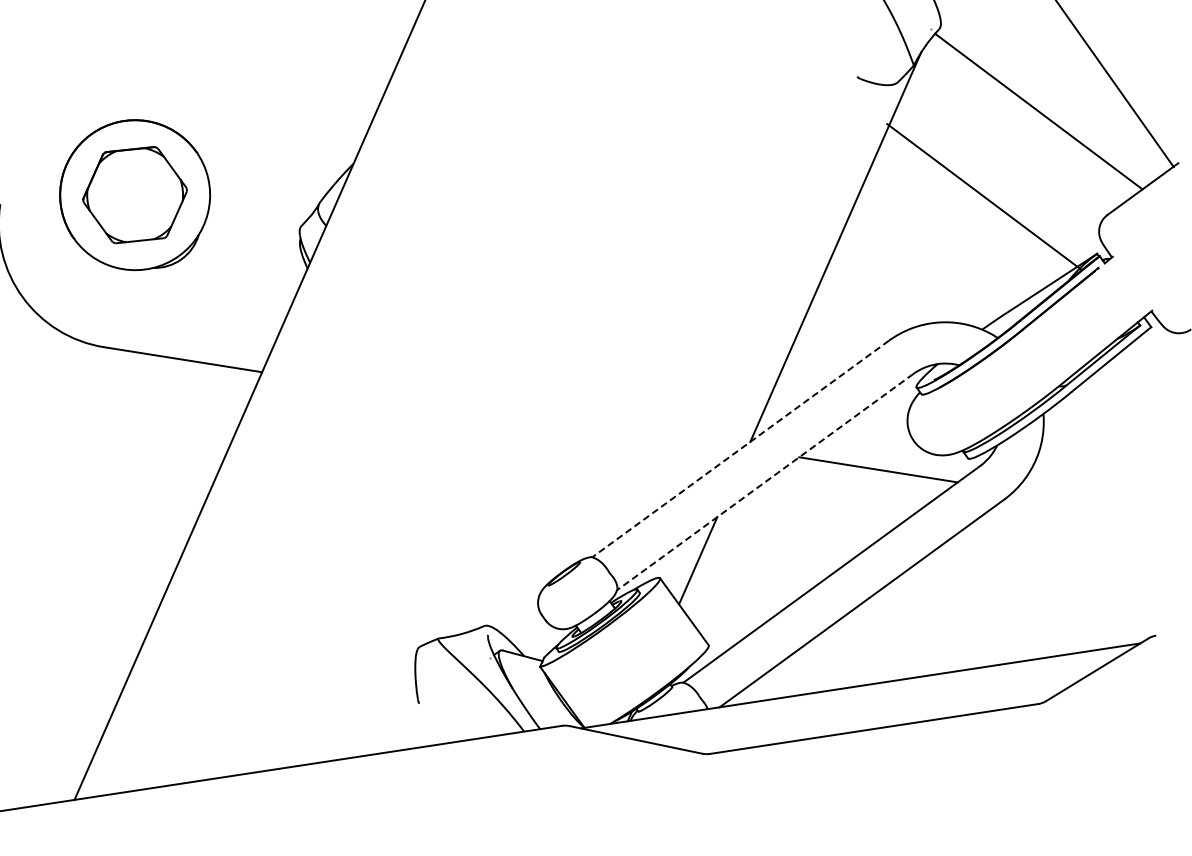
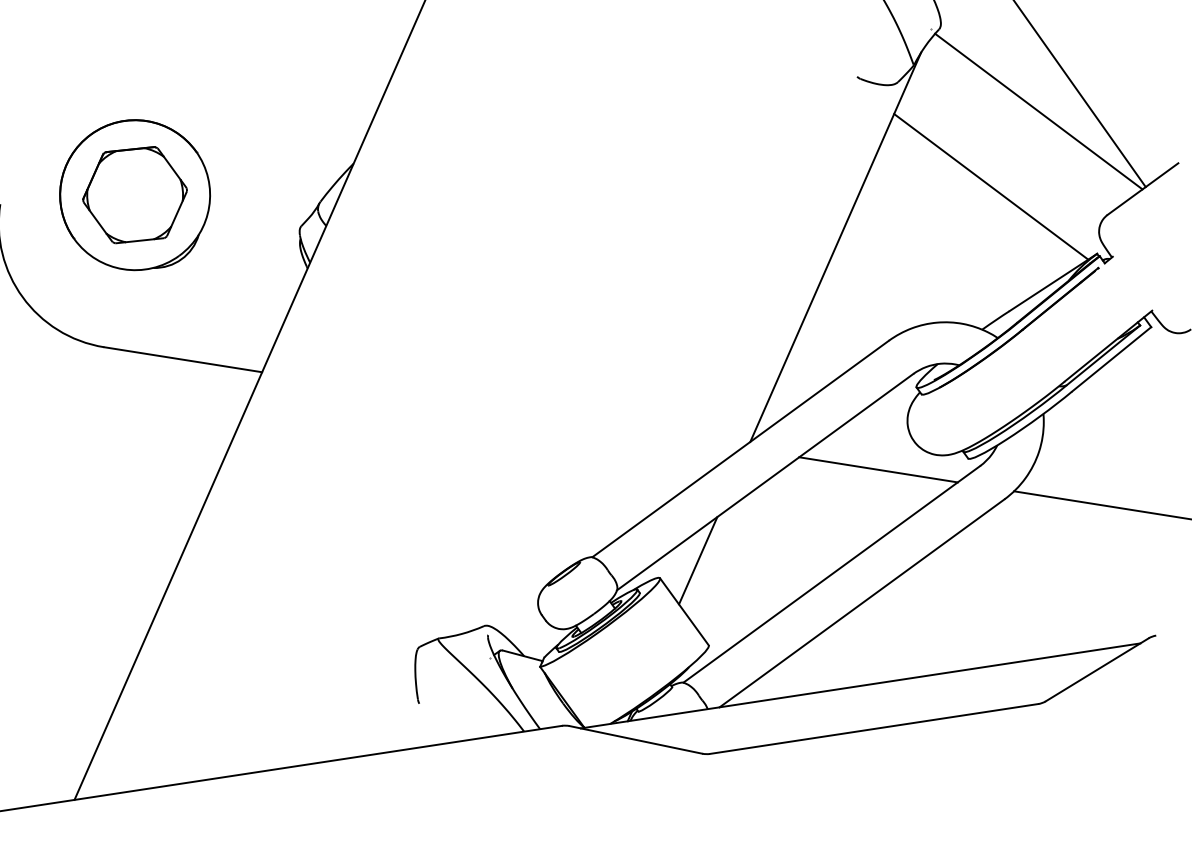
line at (1115, 84) position: (1115, 84) -> (1080, 94)
line at (984, 196) position: (984, 196) -> (991, 186)
line at (740, 448): dashed -> solid
line at (764, 482): dashed -> solid
line at (1101, 504): none -> present
